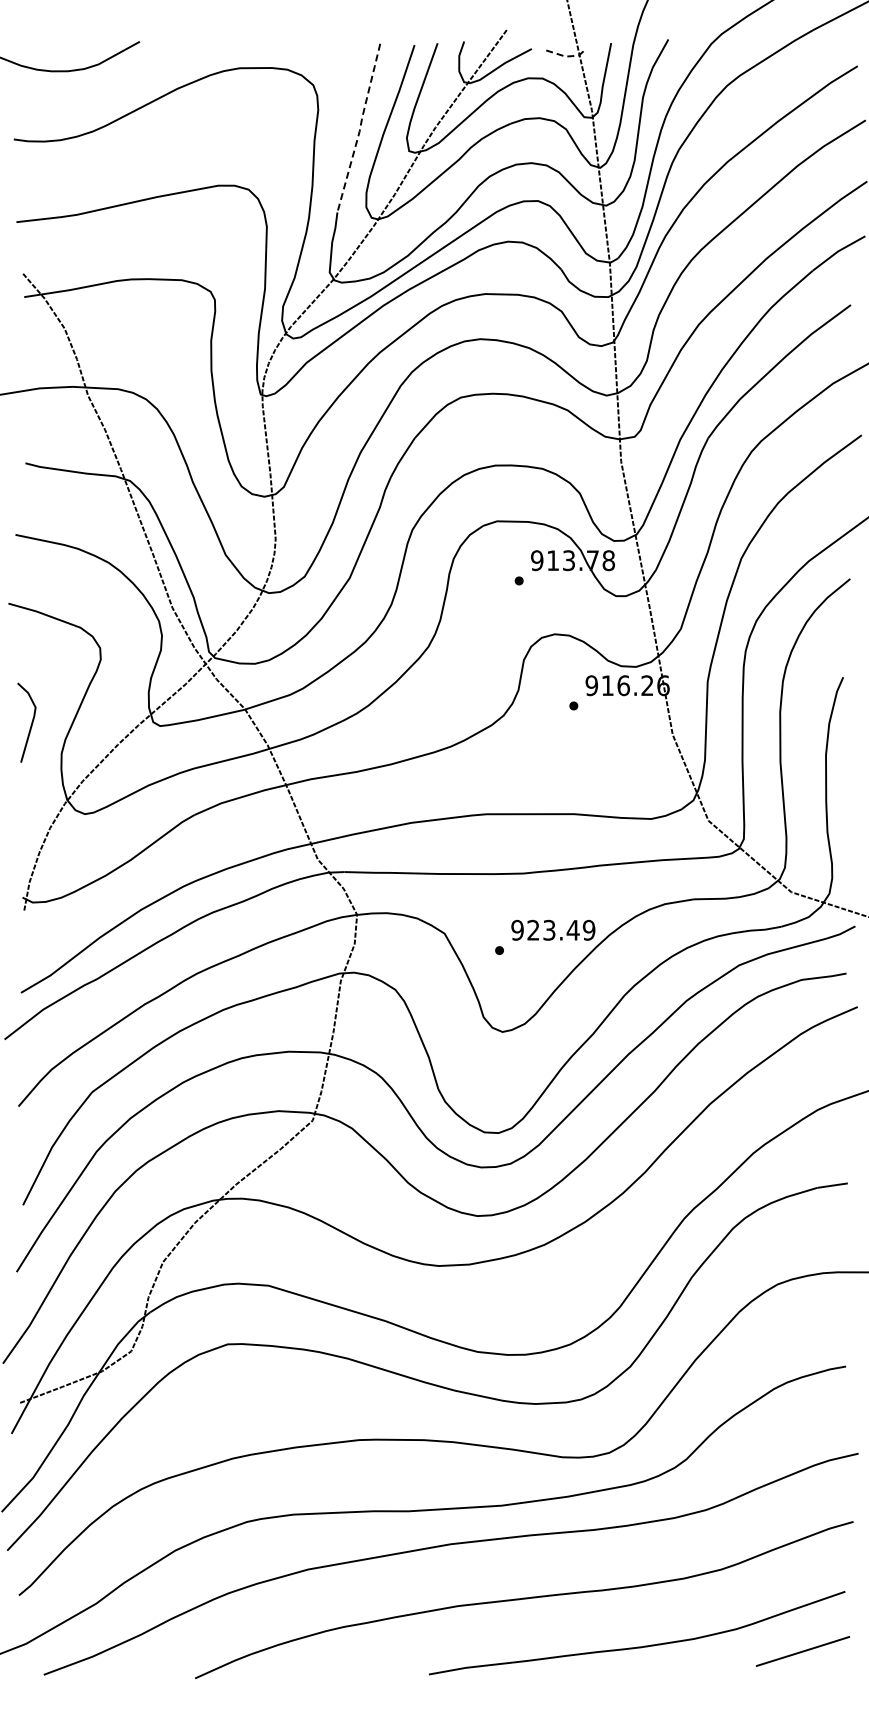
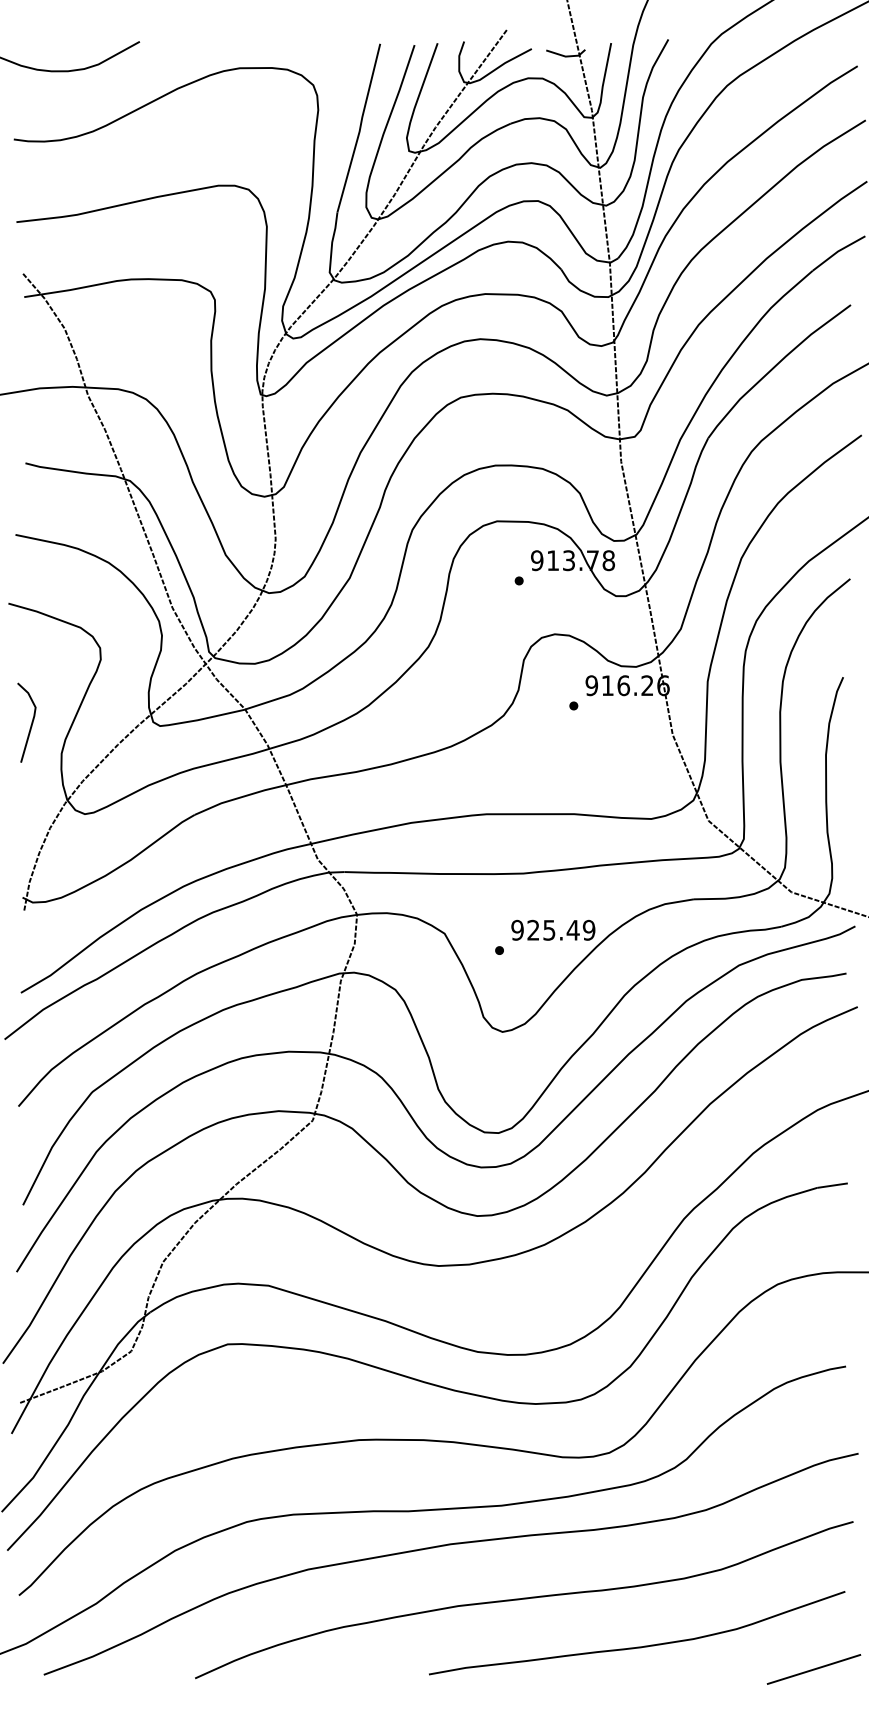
line at (566, 56): dashed -> solid
line at (360, 128): dashed -> solid
text at (549, 929): 923.49 -> 925.49
line at (802, 1651) position: (802, 1651) -> (813, 1669)
